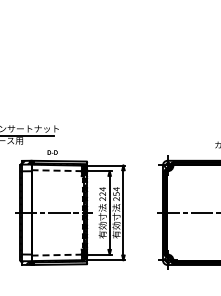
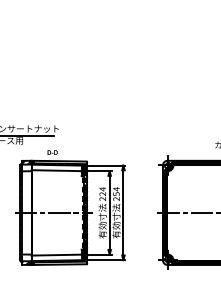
line at (57, 170): dashed -> solid
line at (57, 255): dashed -> solid
